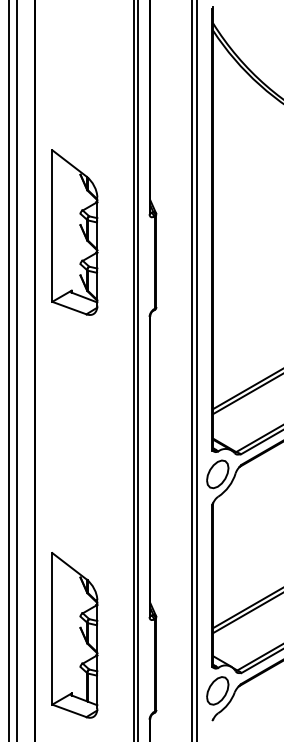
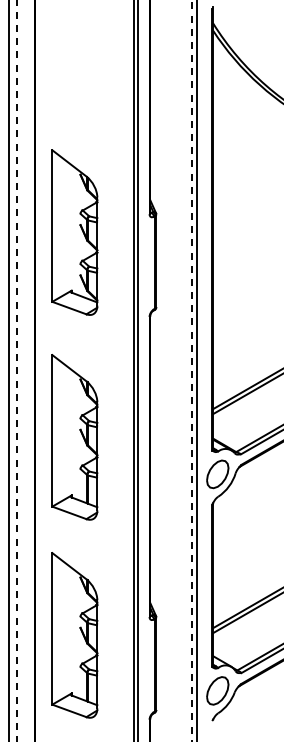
line at (17, 370): solid -> dashed
line at (192, 371): solid -> dashed
part at (74, 437): none -> present
